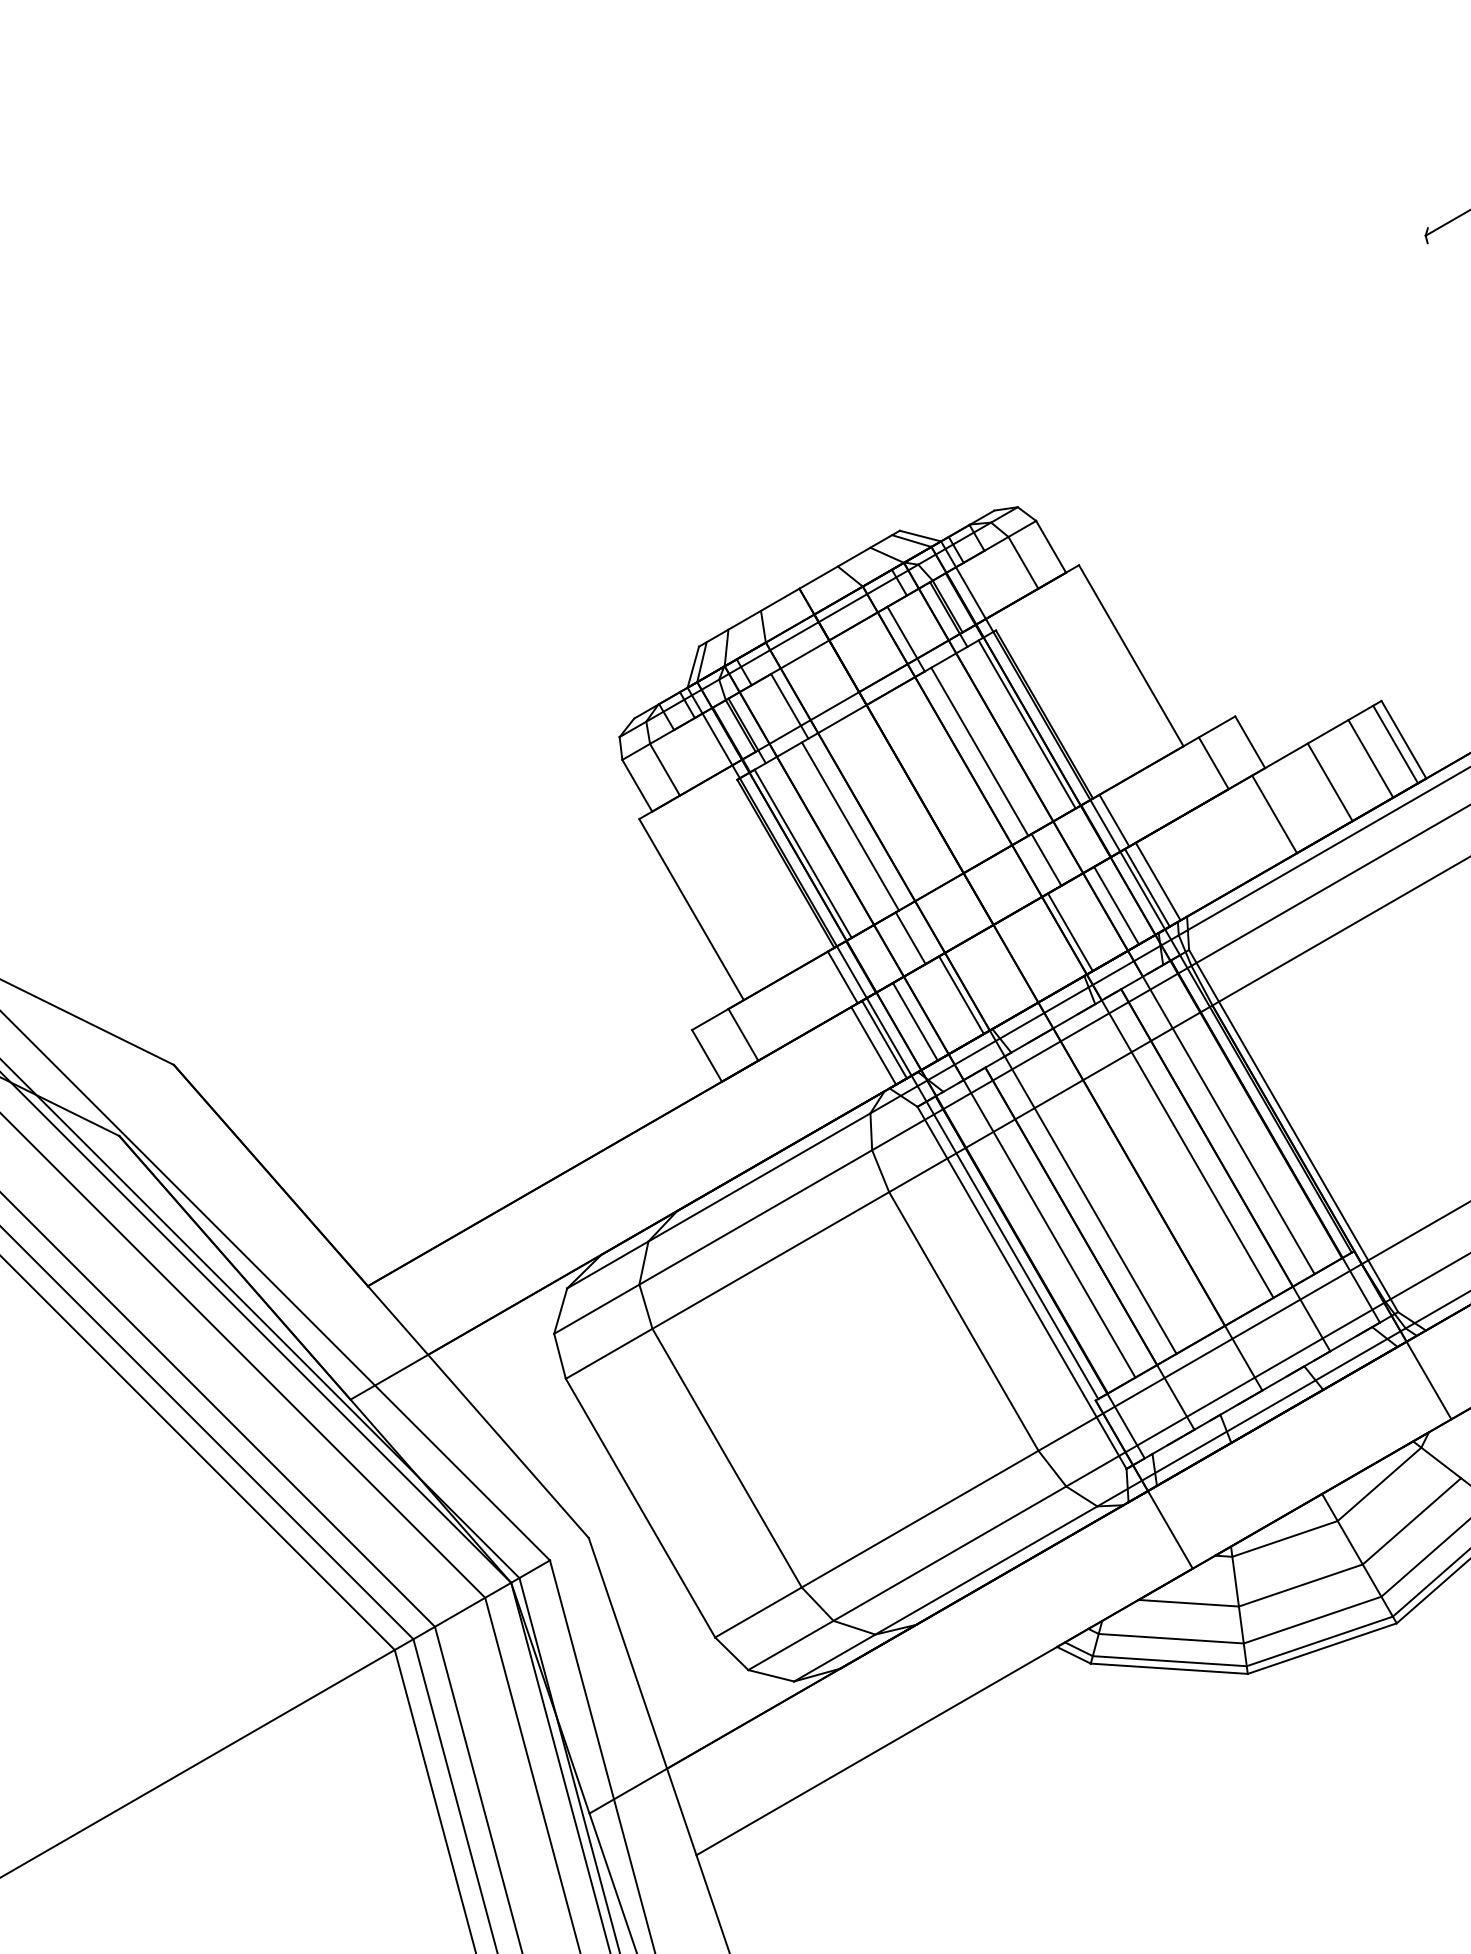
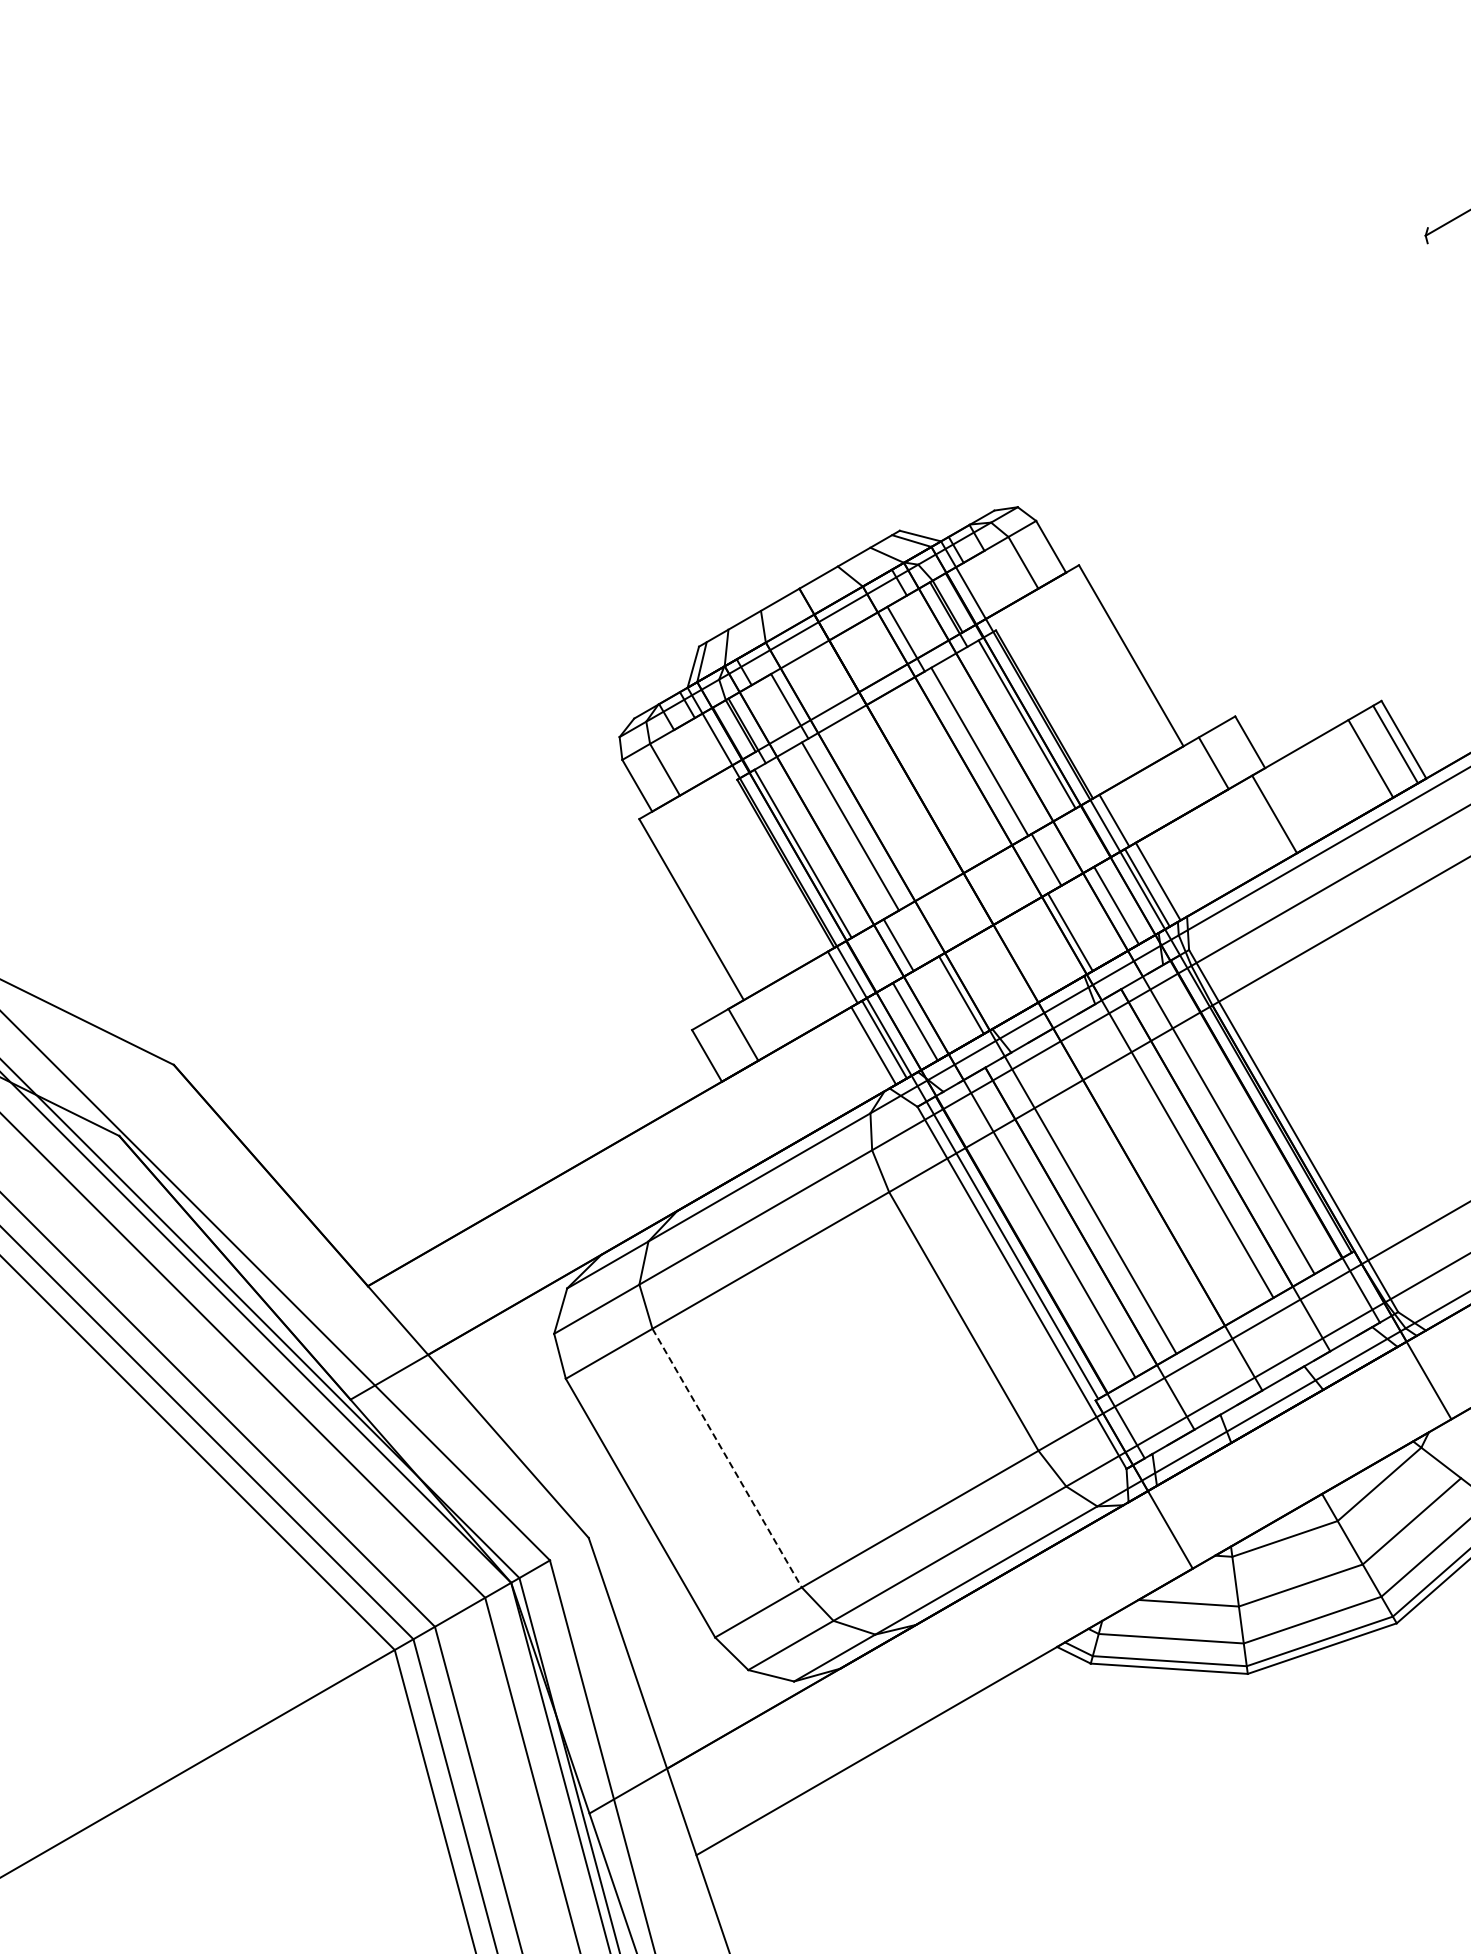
line at (1329, 782): present -> none
line at (910, 938) position: (910, 938) -> (898, 945)
line at (727, 1458): solid -> dashed
